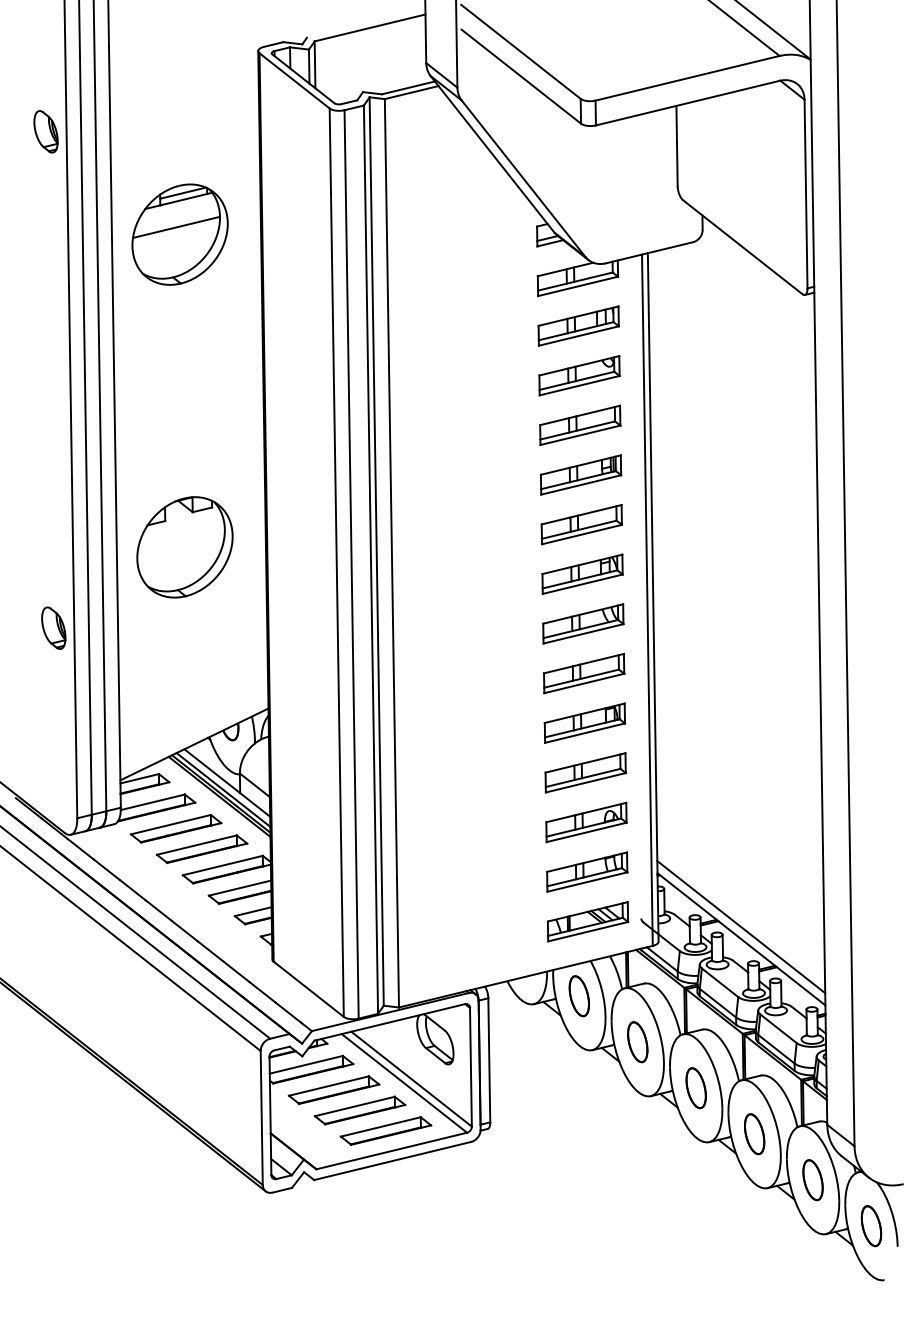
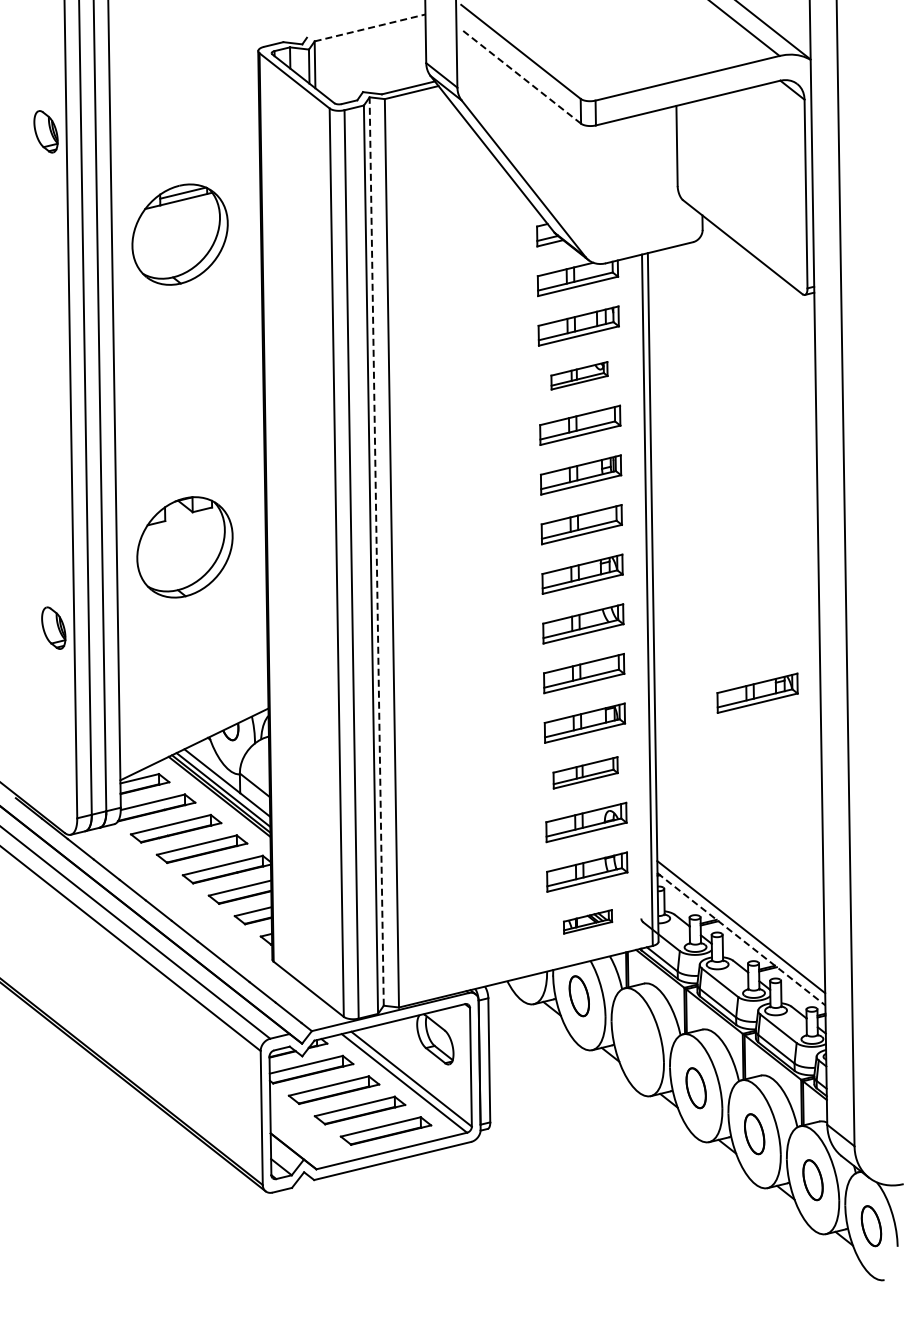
line at (370, 27): solid -> dashed
line at (520, 76): solid -> dashed
line at (175, 226): present -> none
part at (579, 375) size: 83x42 px -> 59x30 px
line at (376, 551): solid -> dashed
part at (757, 692): none -> present
part at (585, 772) size: 83x42 px -> 67x34 px
part at (587, 921) size: 84x42 px -> 51x26 px
line at (741, 939): solid -> dashed
part at (637, 1042): present -> none
